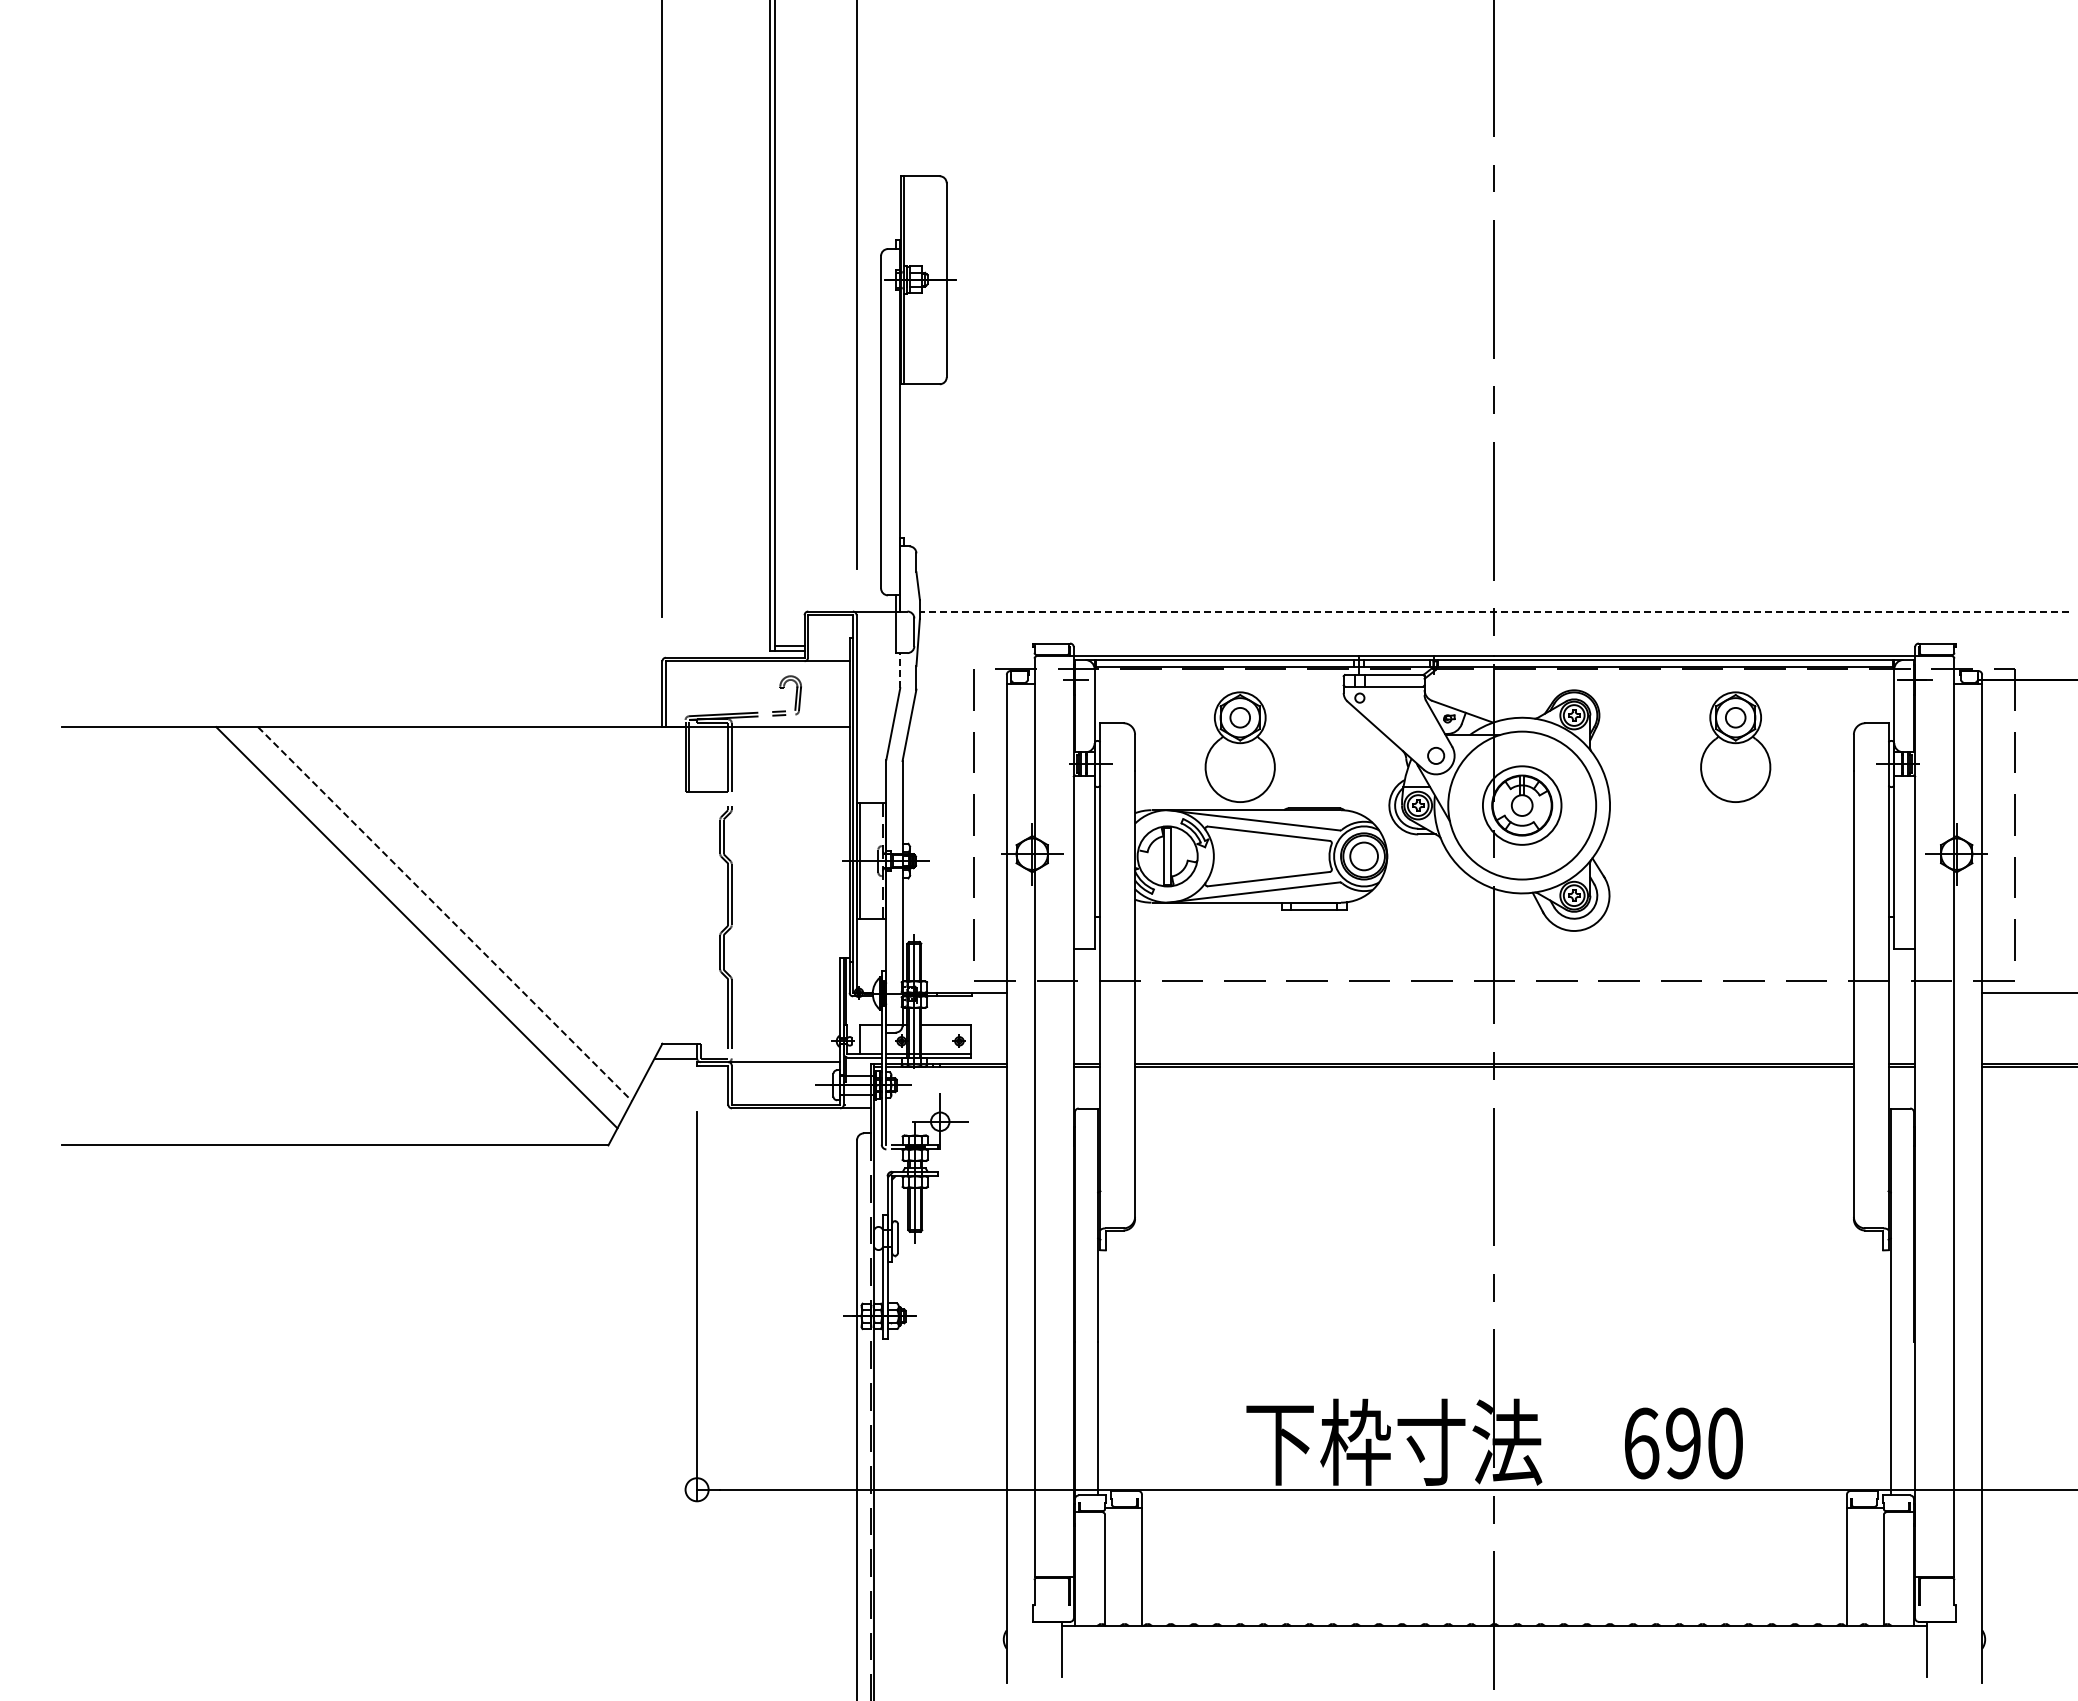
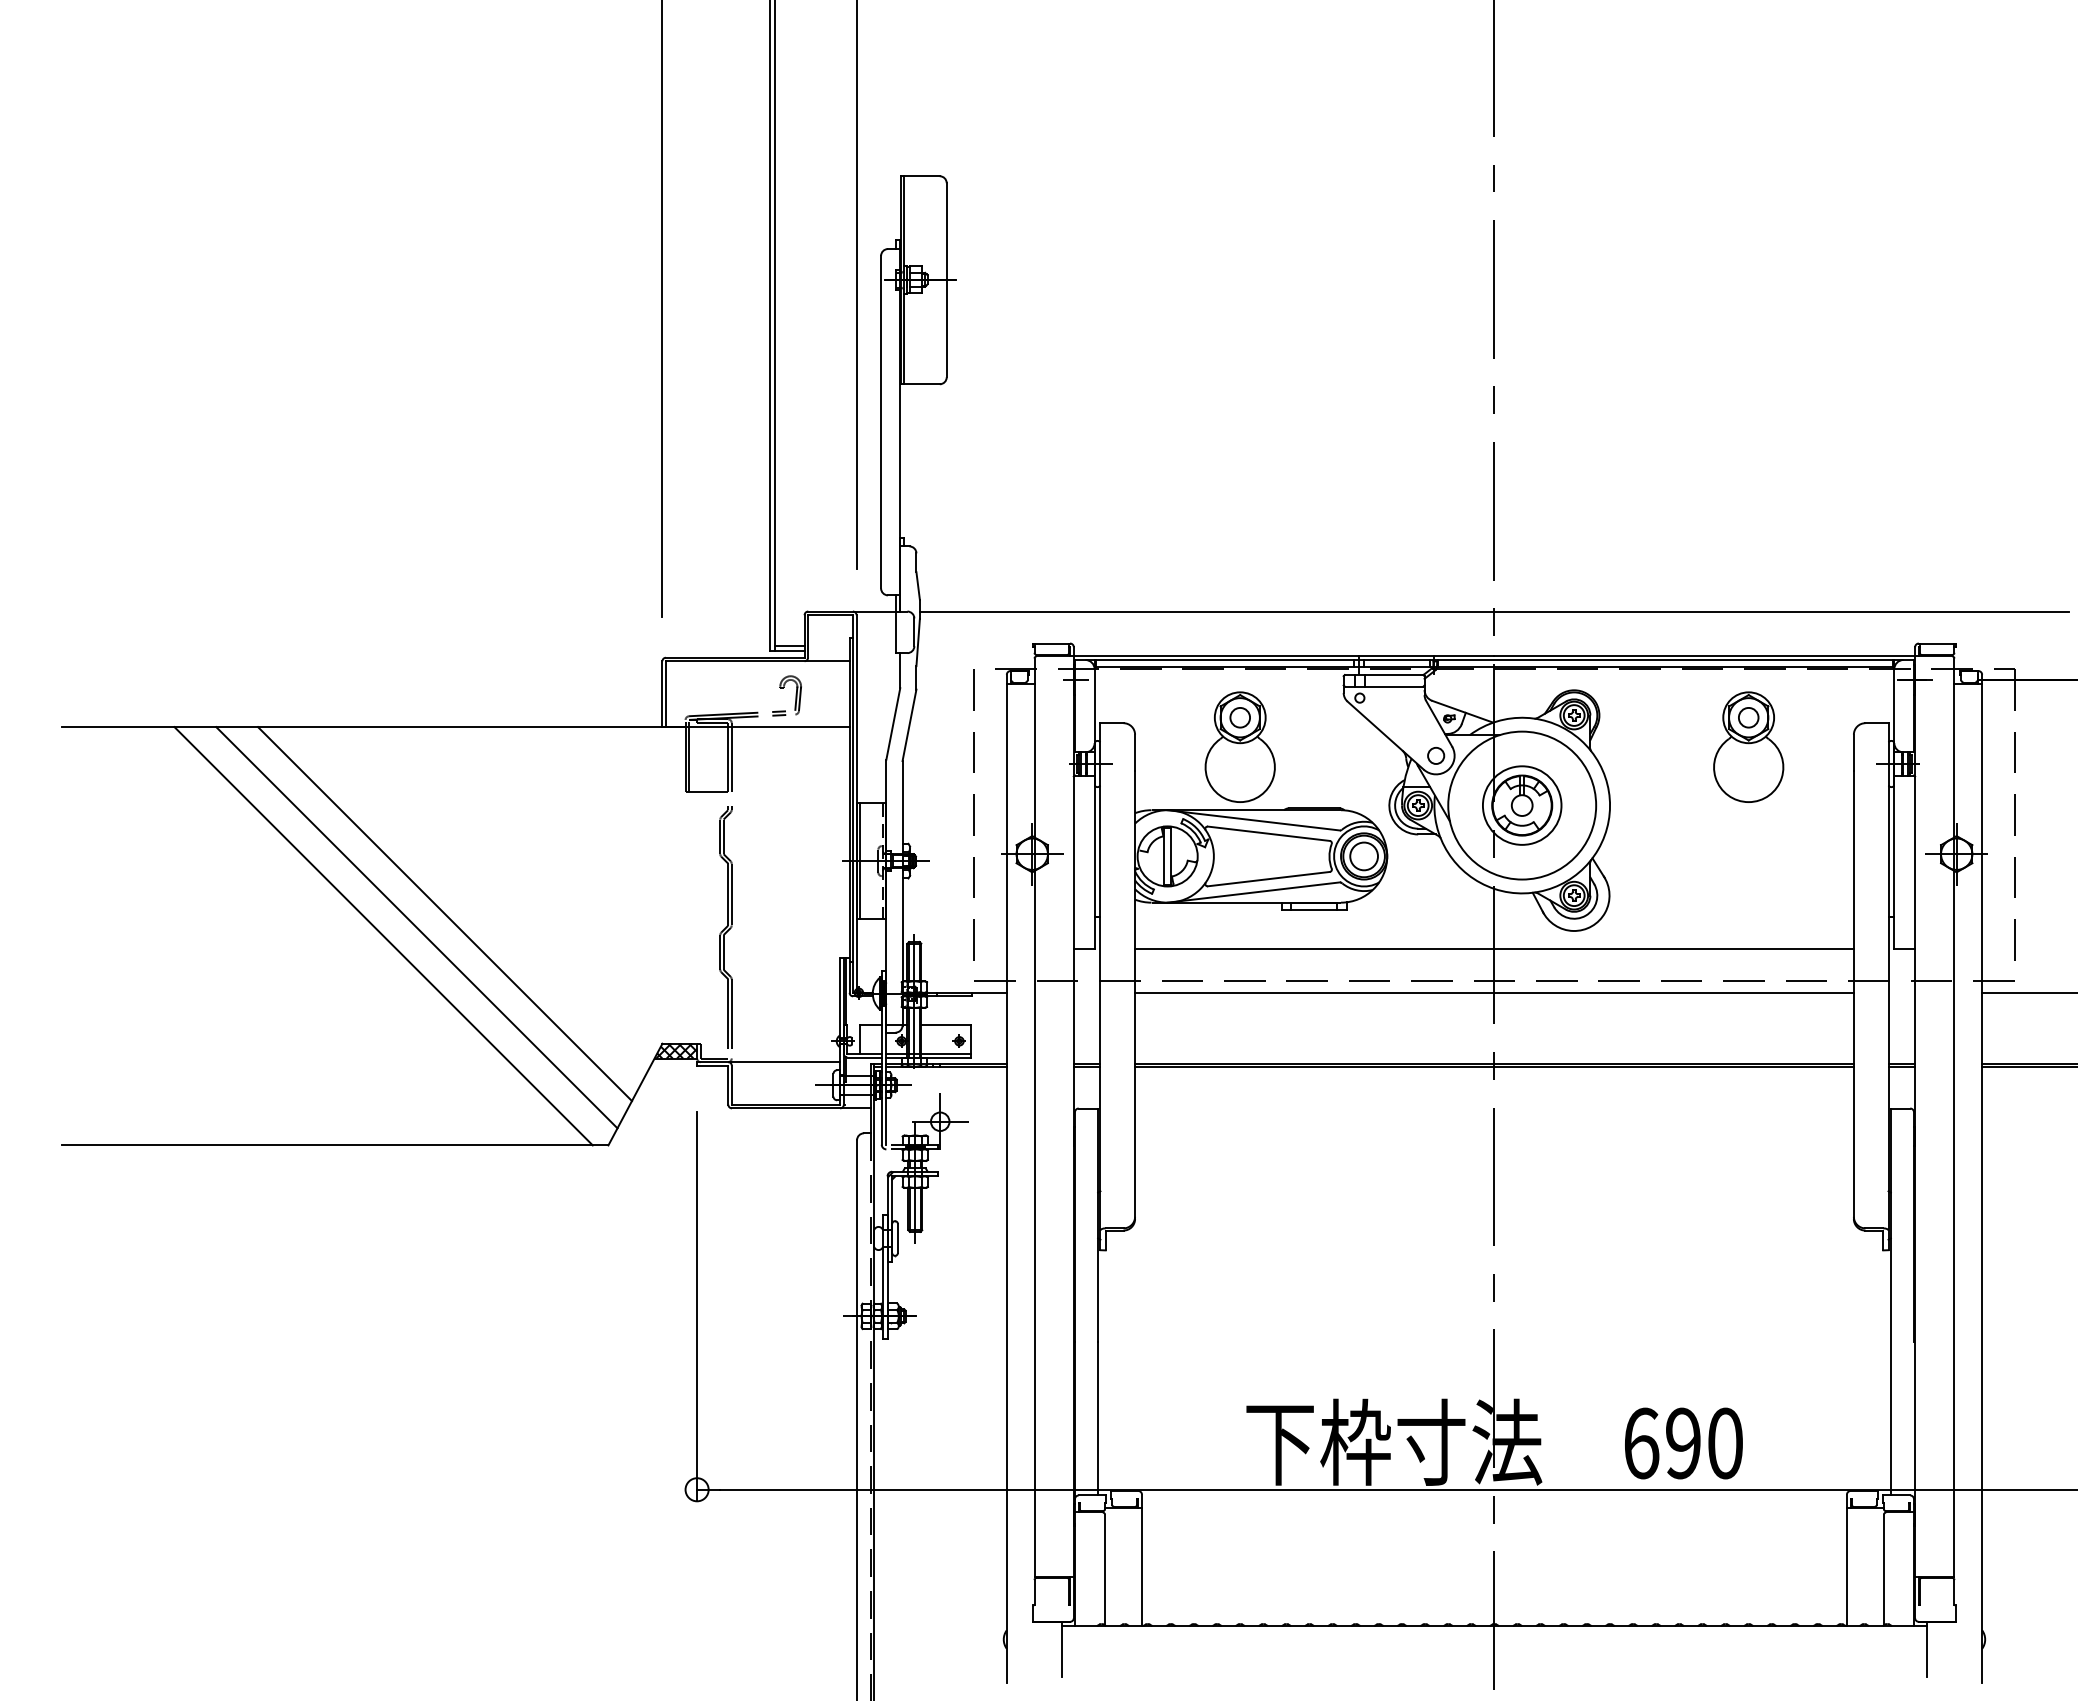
line at (1494, 611): dashed -> solid
line at (900, 670): dashed -> solid
part at (1735, 746) position: (1735, 746) -> (1748, 746)
line at (445, 914): dashed -> solid
line at (383, 936): none -> present
line at (1494, 948): none -> present
line at (1494, 992): none -> present
hatch at (676, 1050): none -> present
